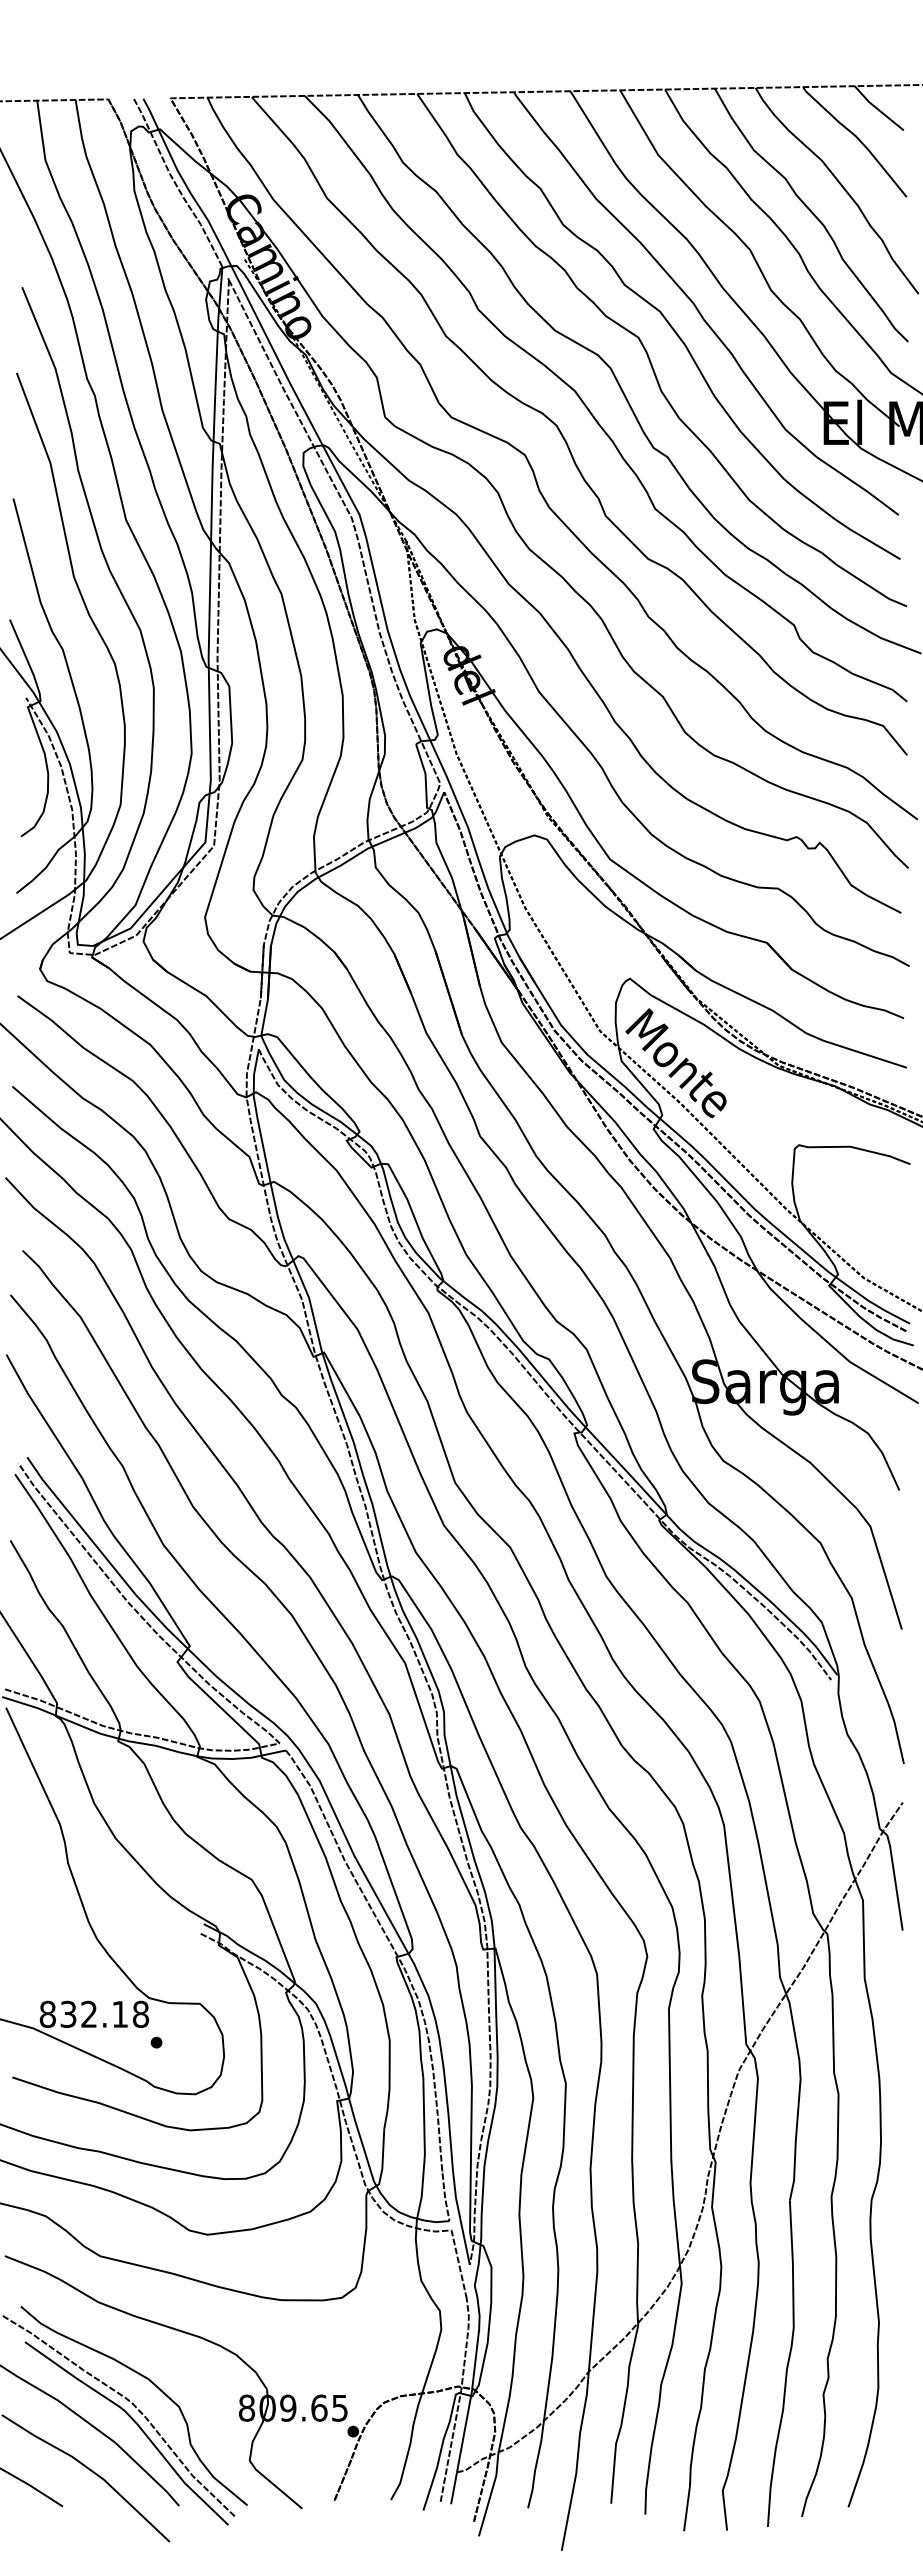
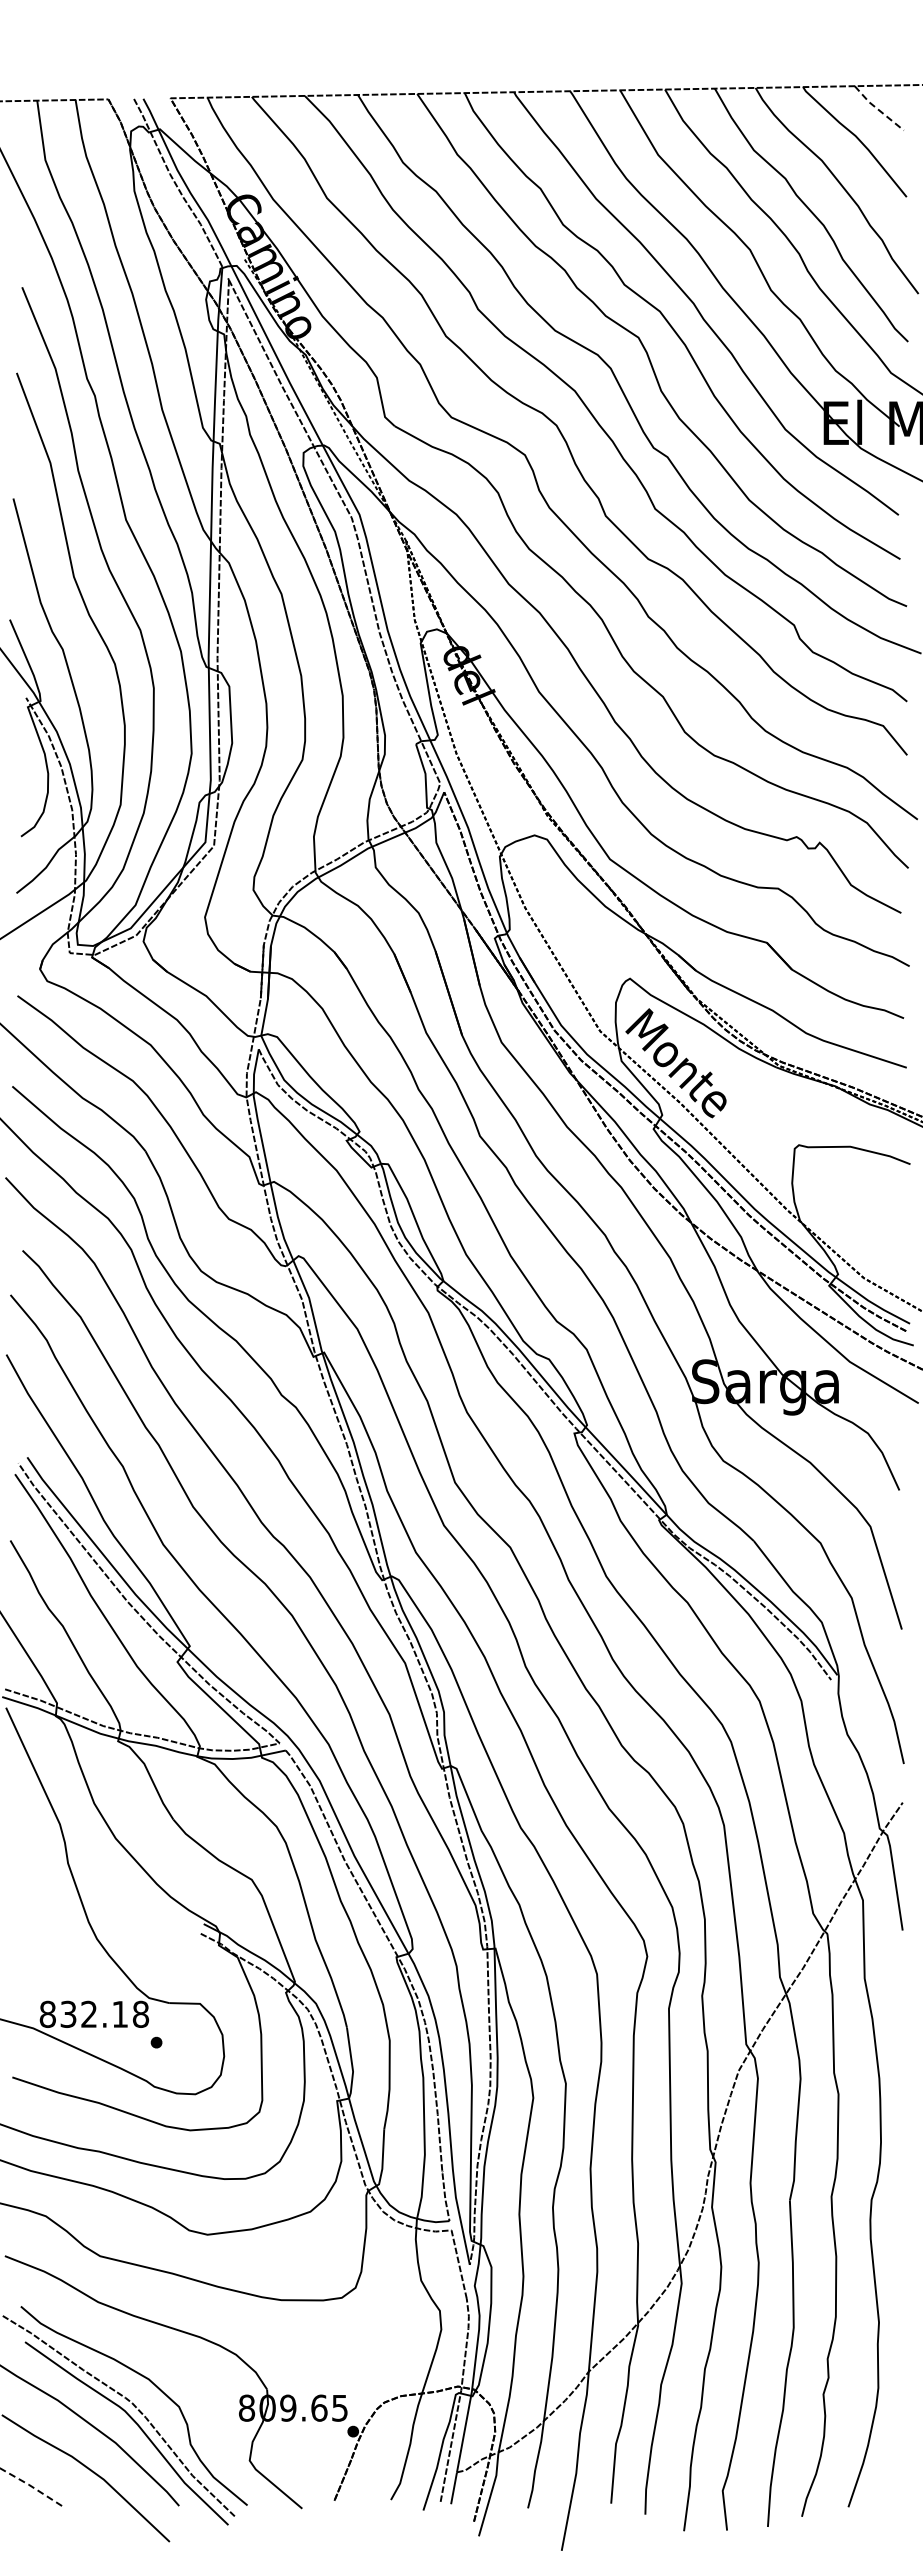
line at (877, 109): solid -> dashed
line at (32, 2486): solid -> dashed
